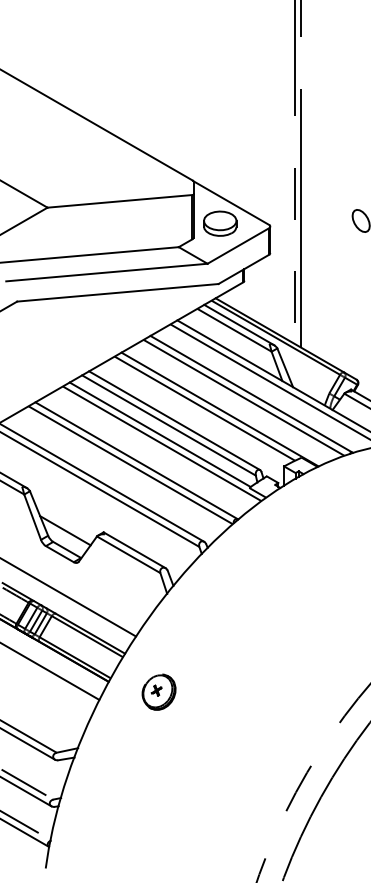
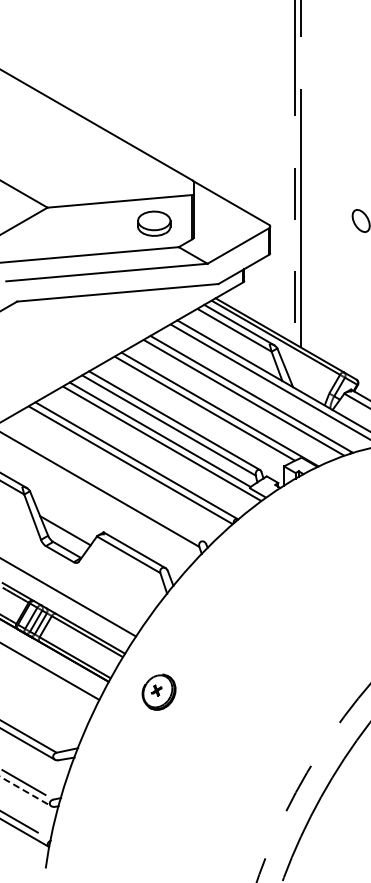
part at (220, 223) position: (220, 223) -> (154, 223)
line at (103, 483): present -> none
line at (26, 791): solid -> dashed
